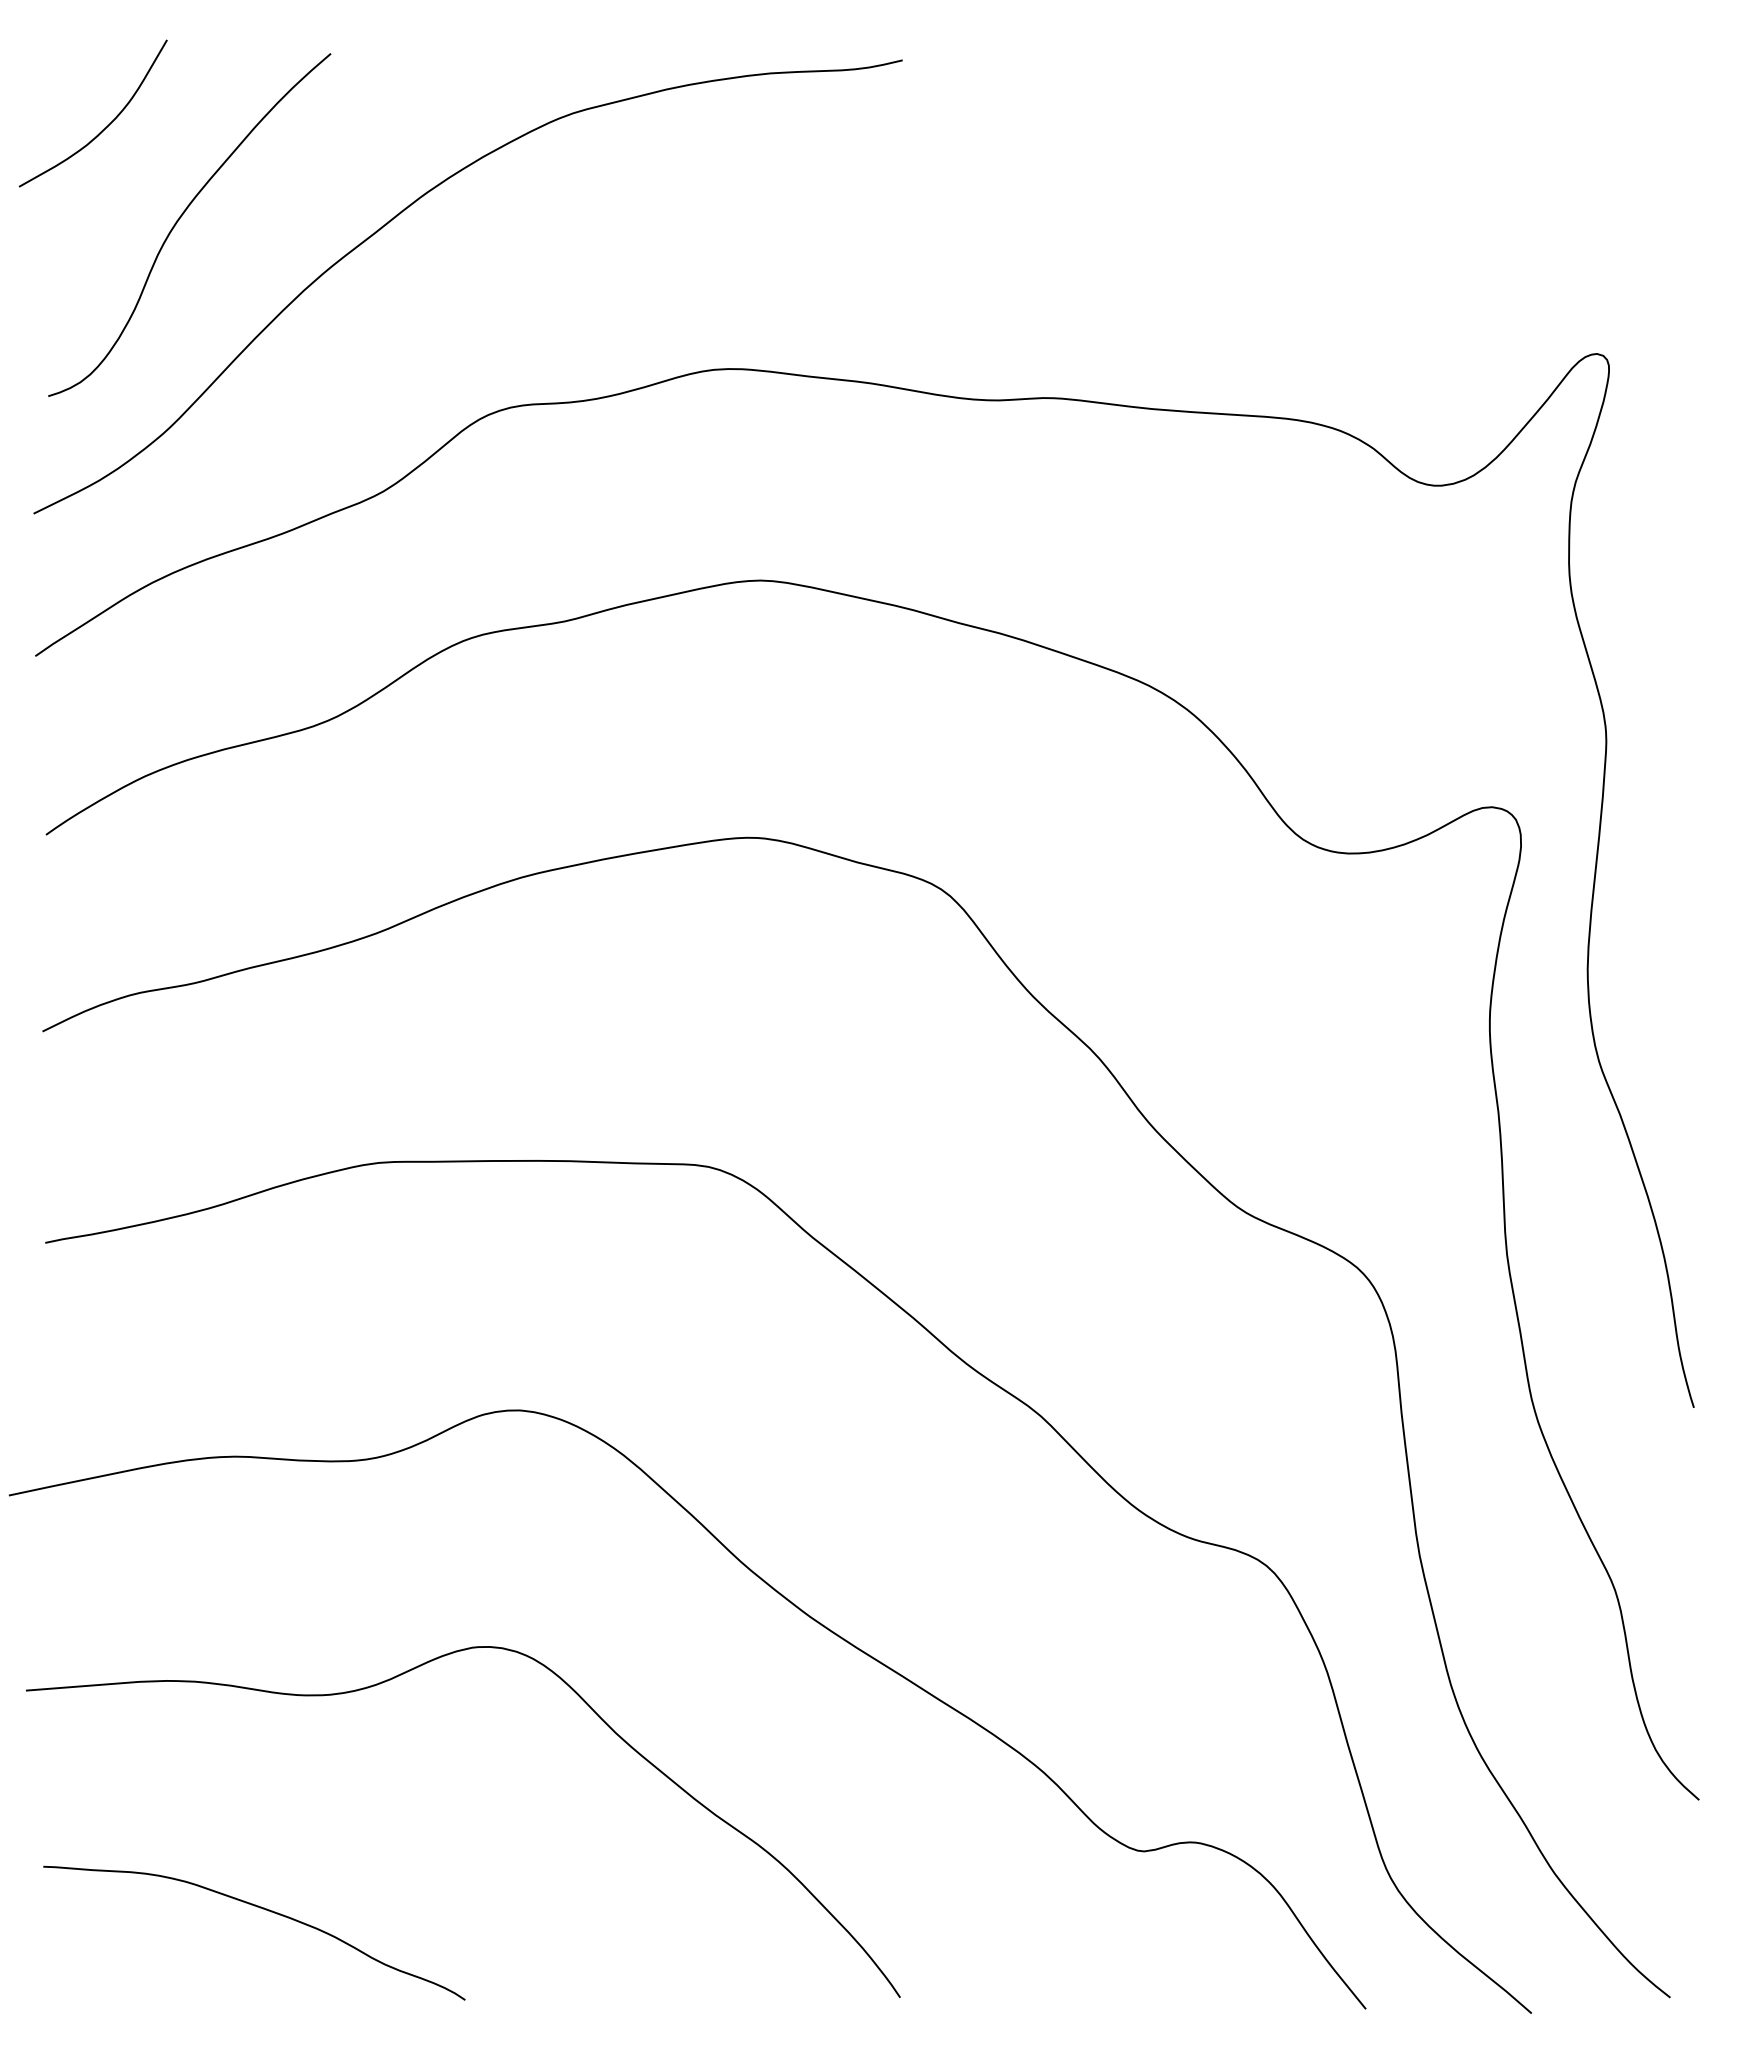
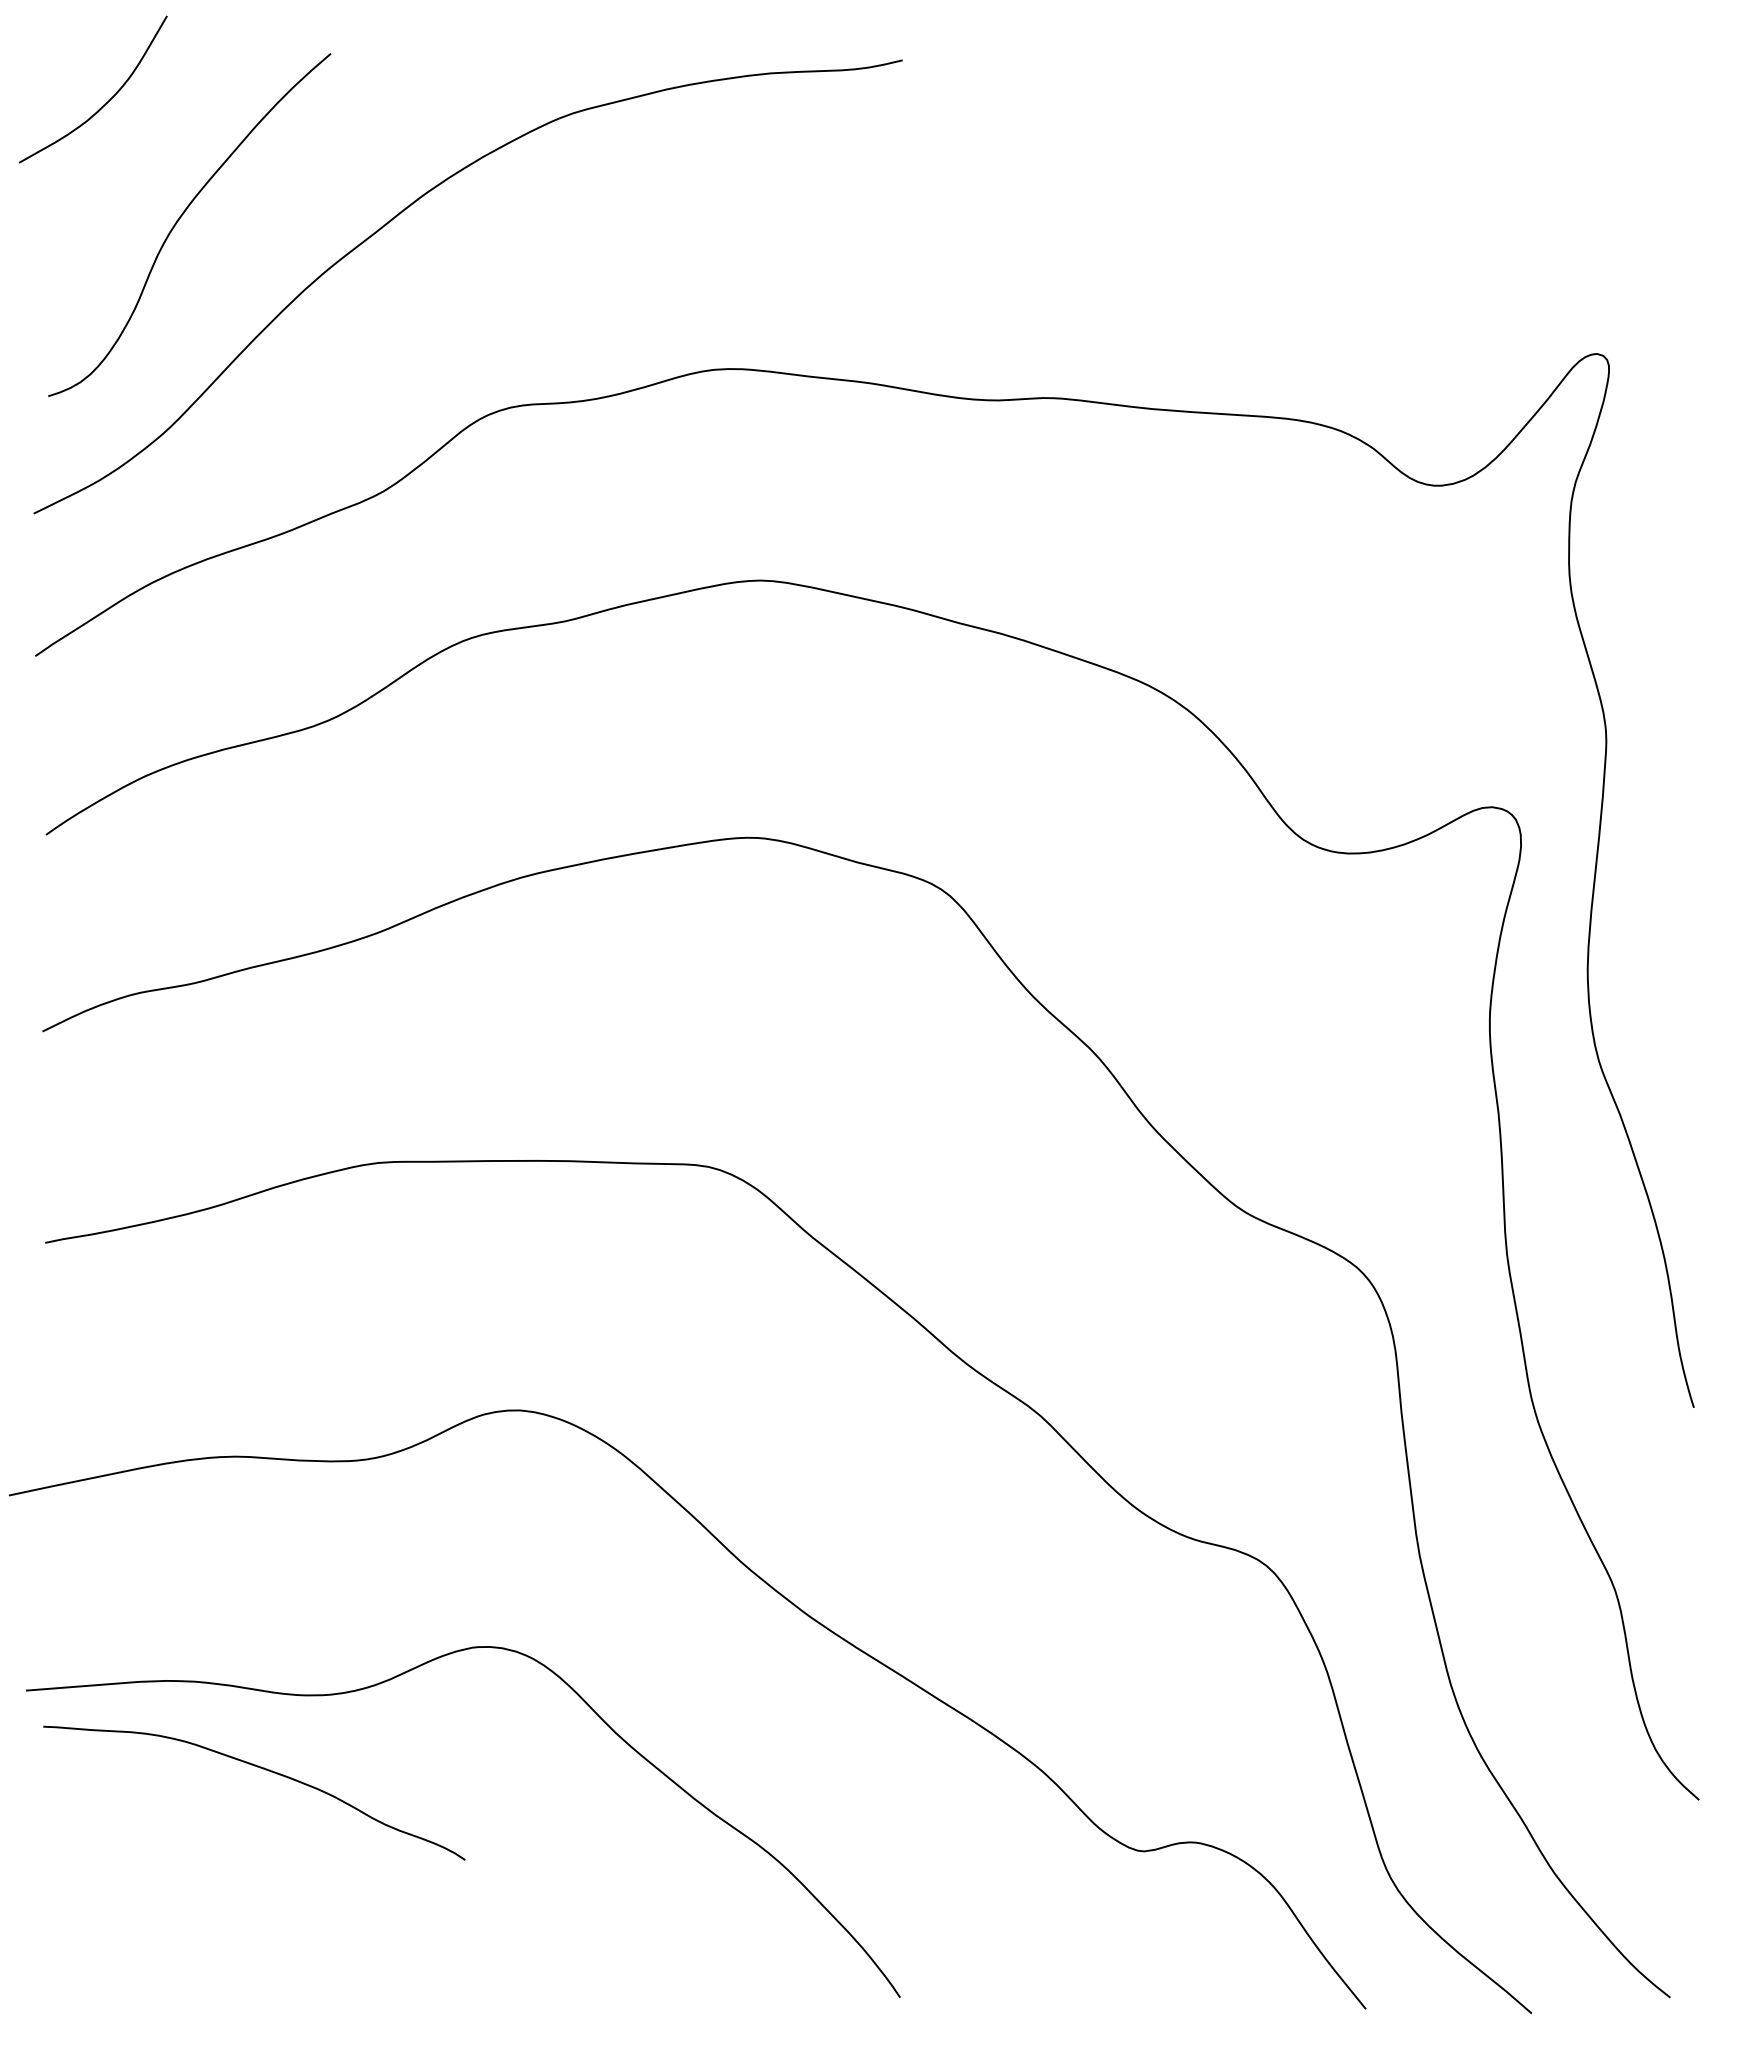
curve at (103, 128) position: (103, 128) -> (103, 104)
curve at (265, 1910) position: (265, 1910) -> (265, 1770)
